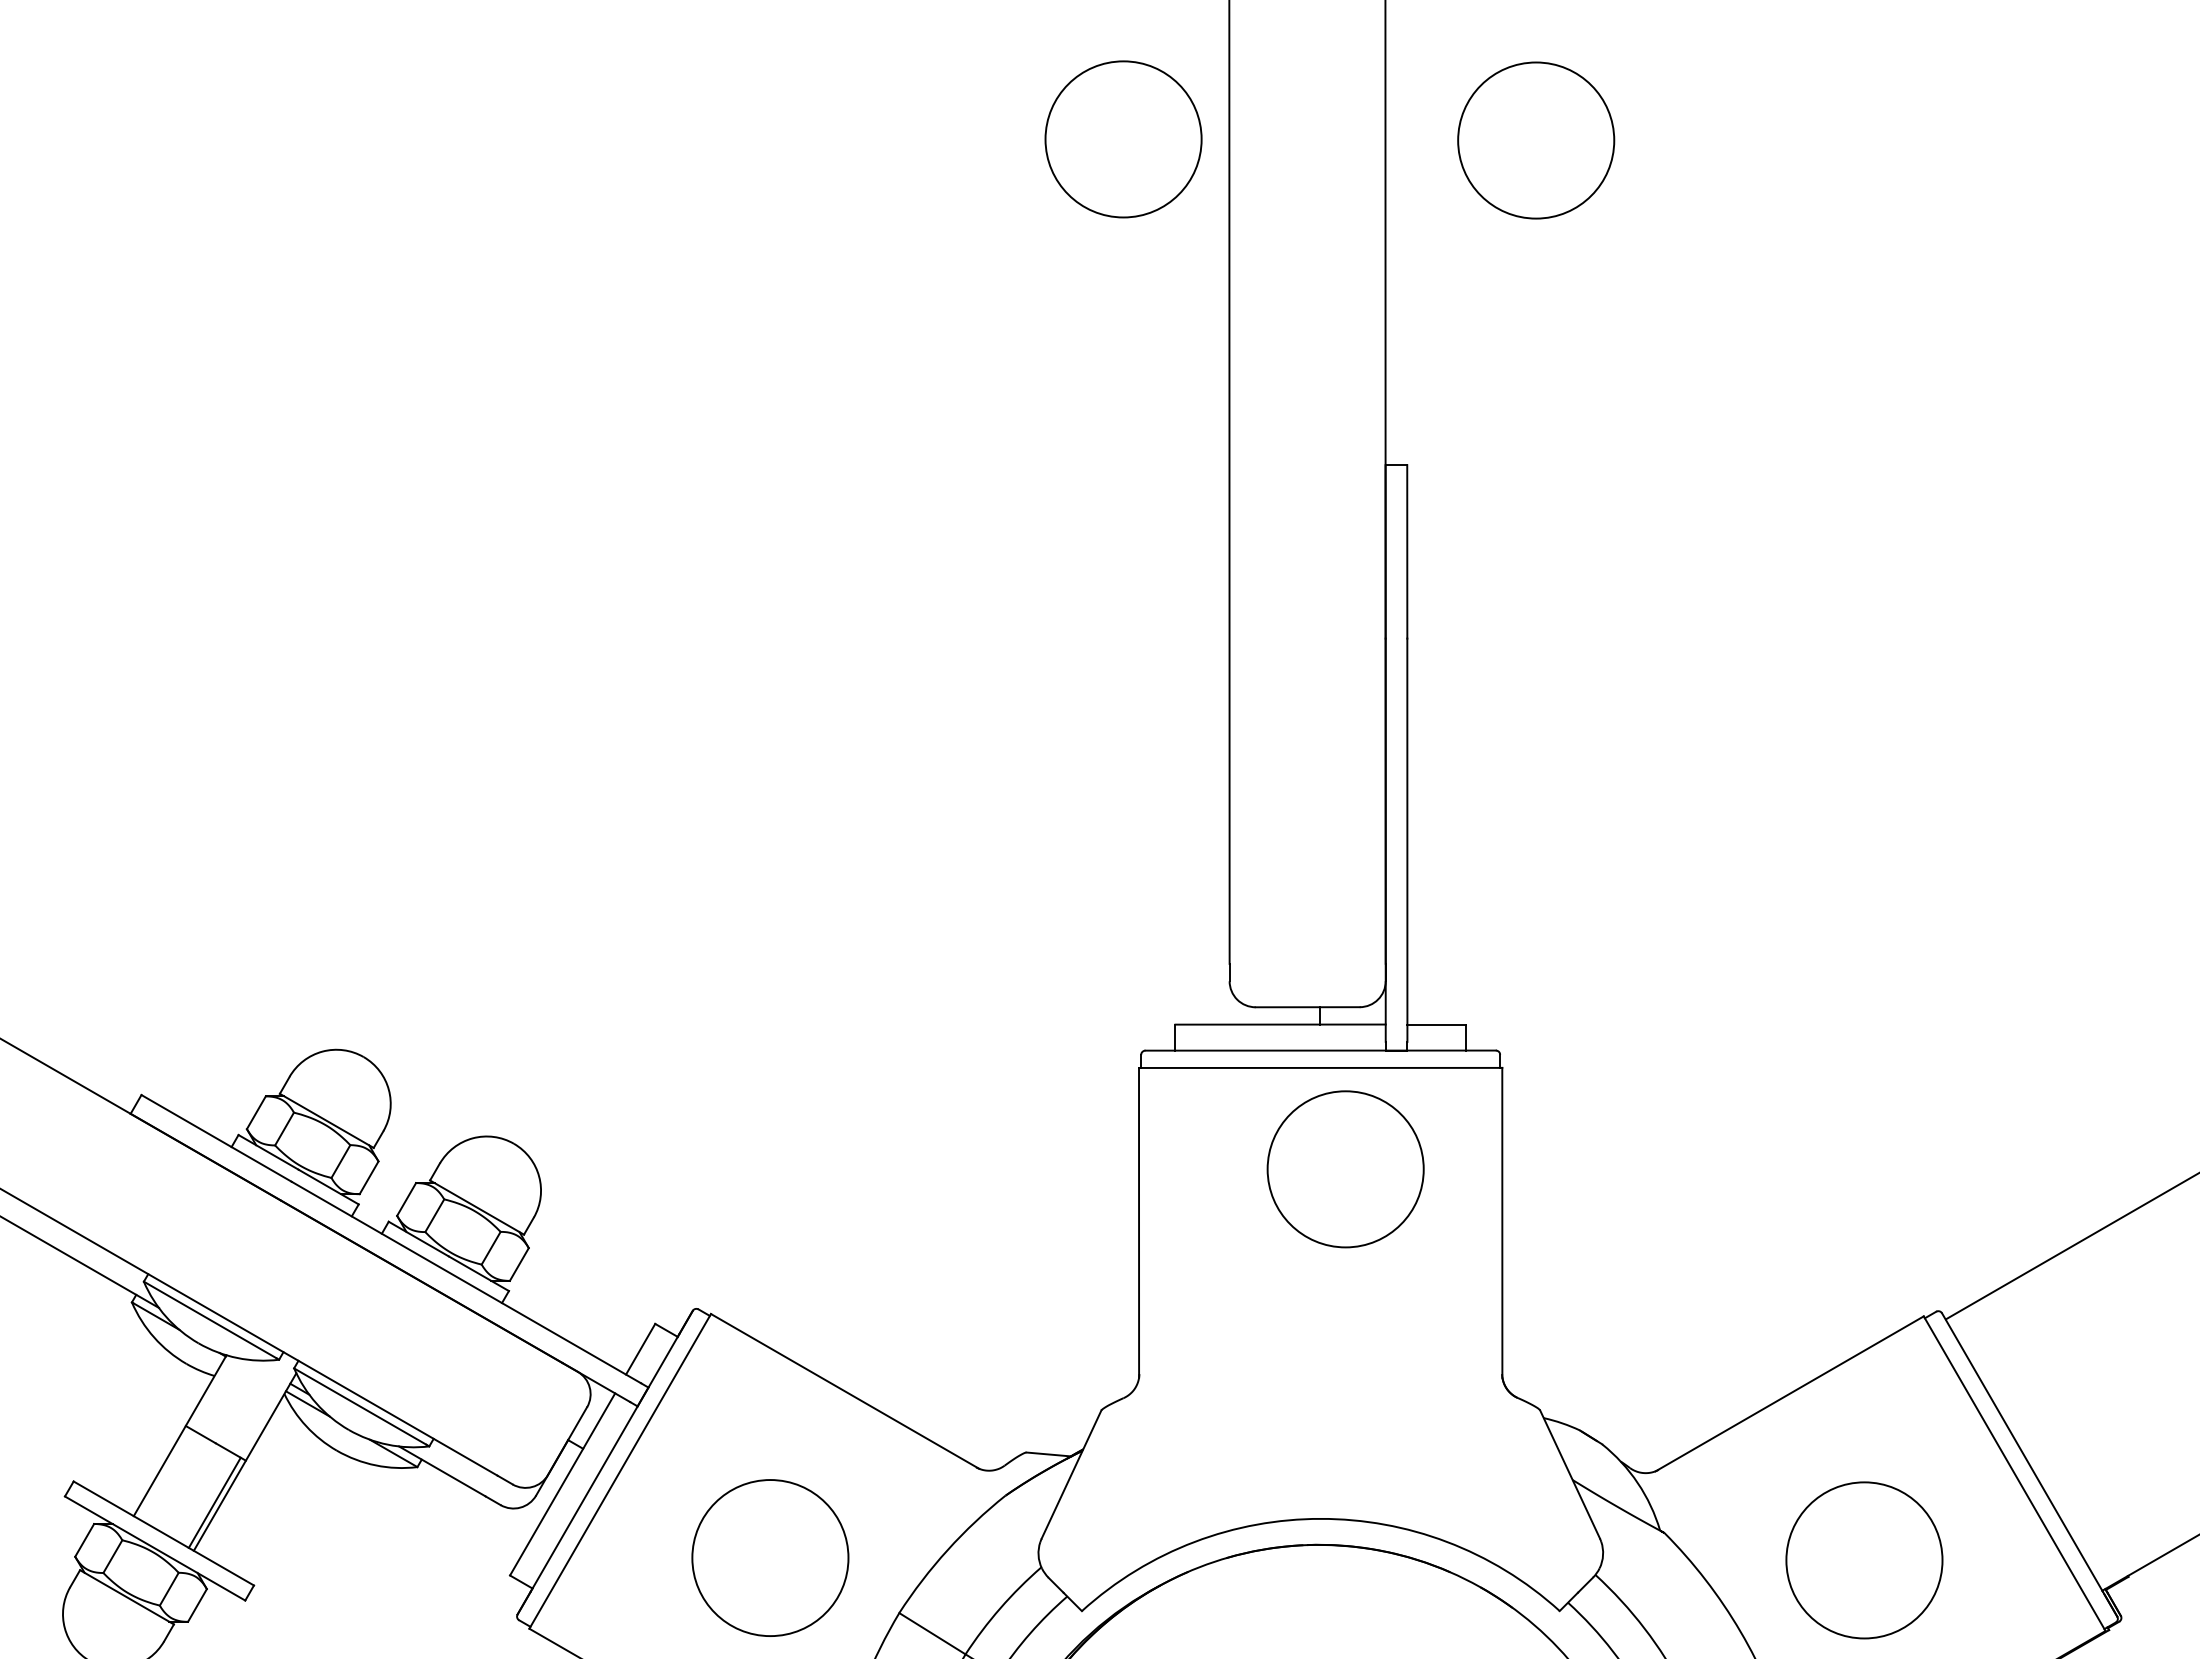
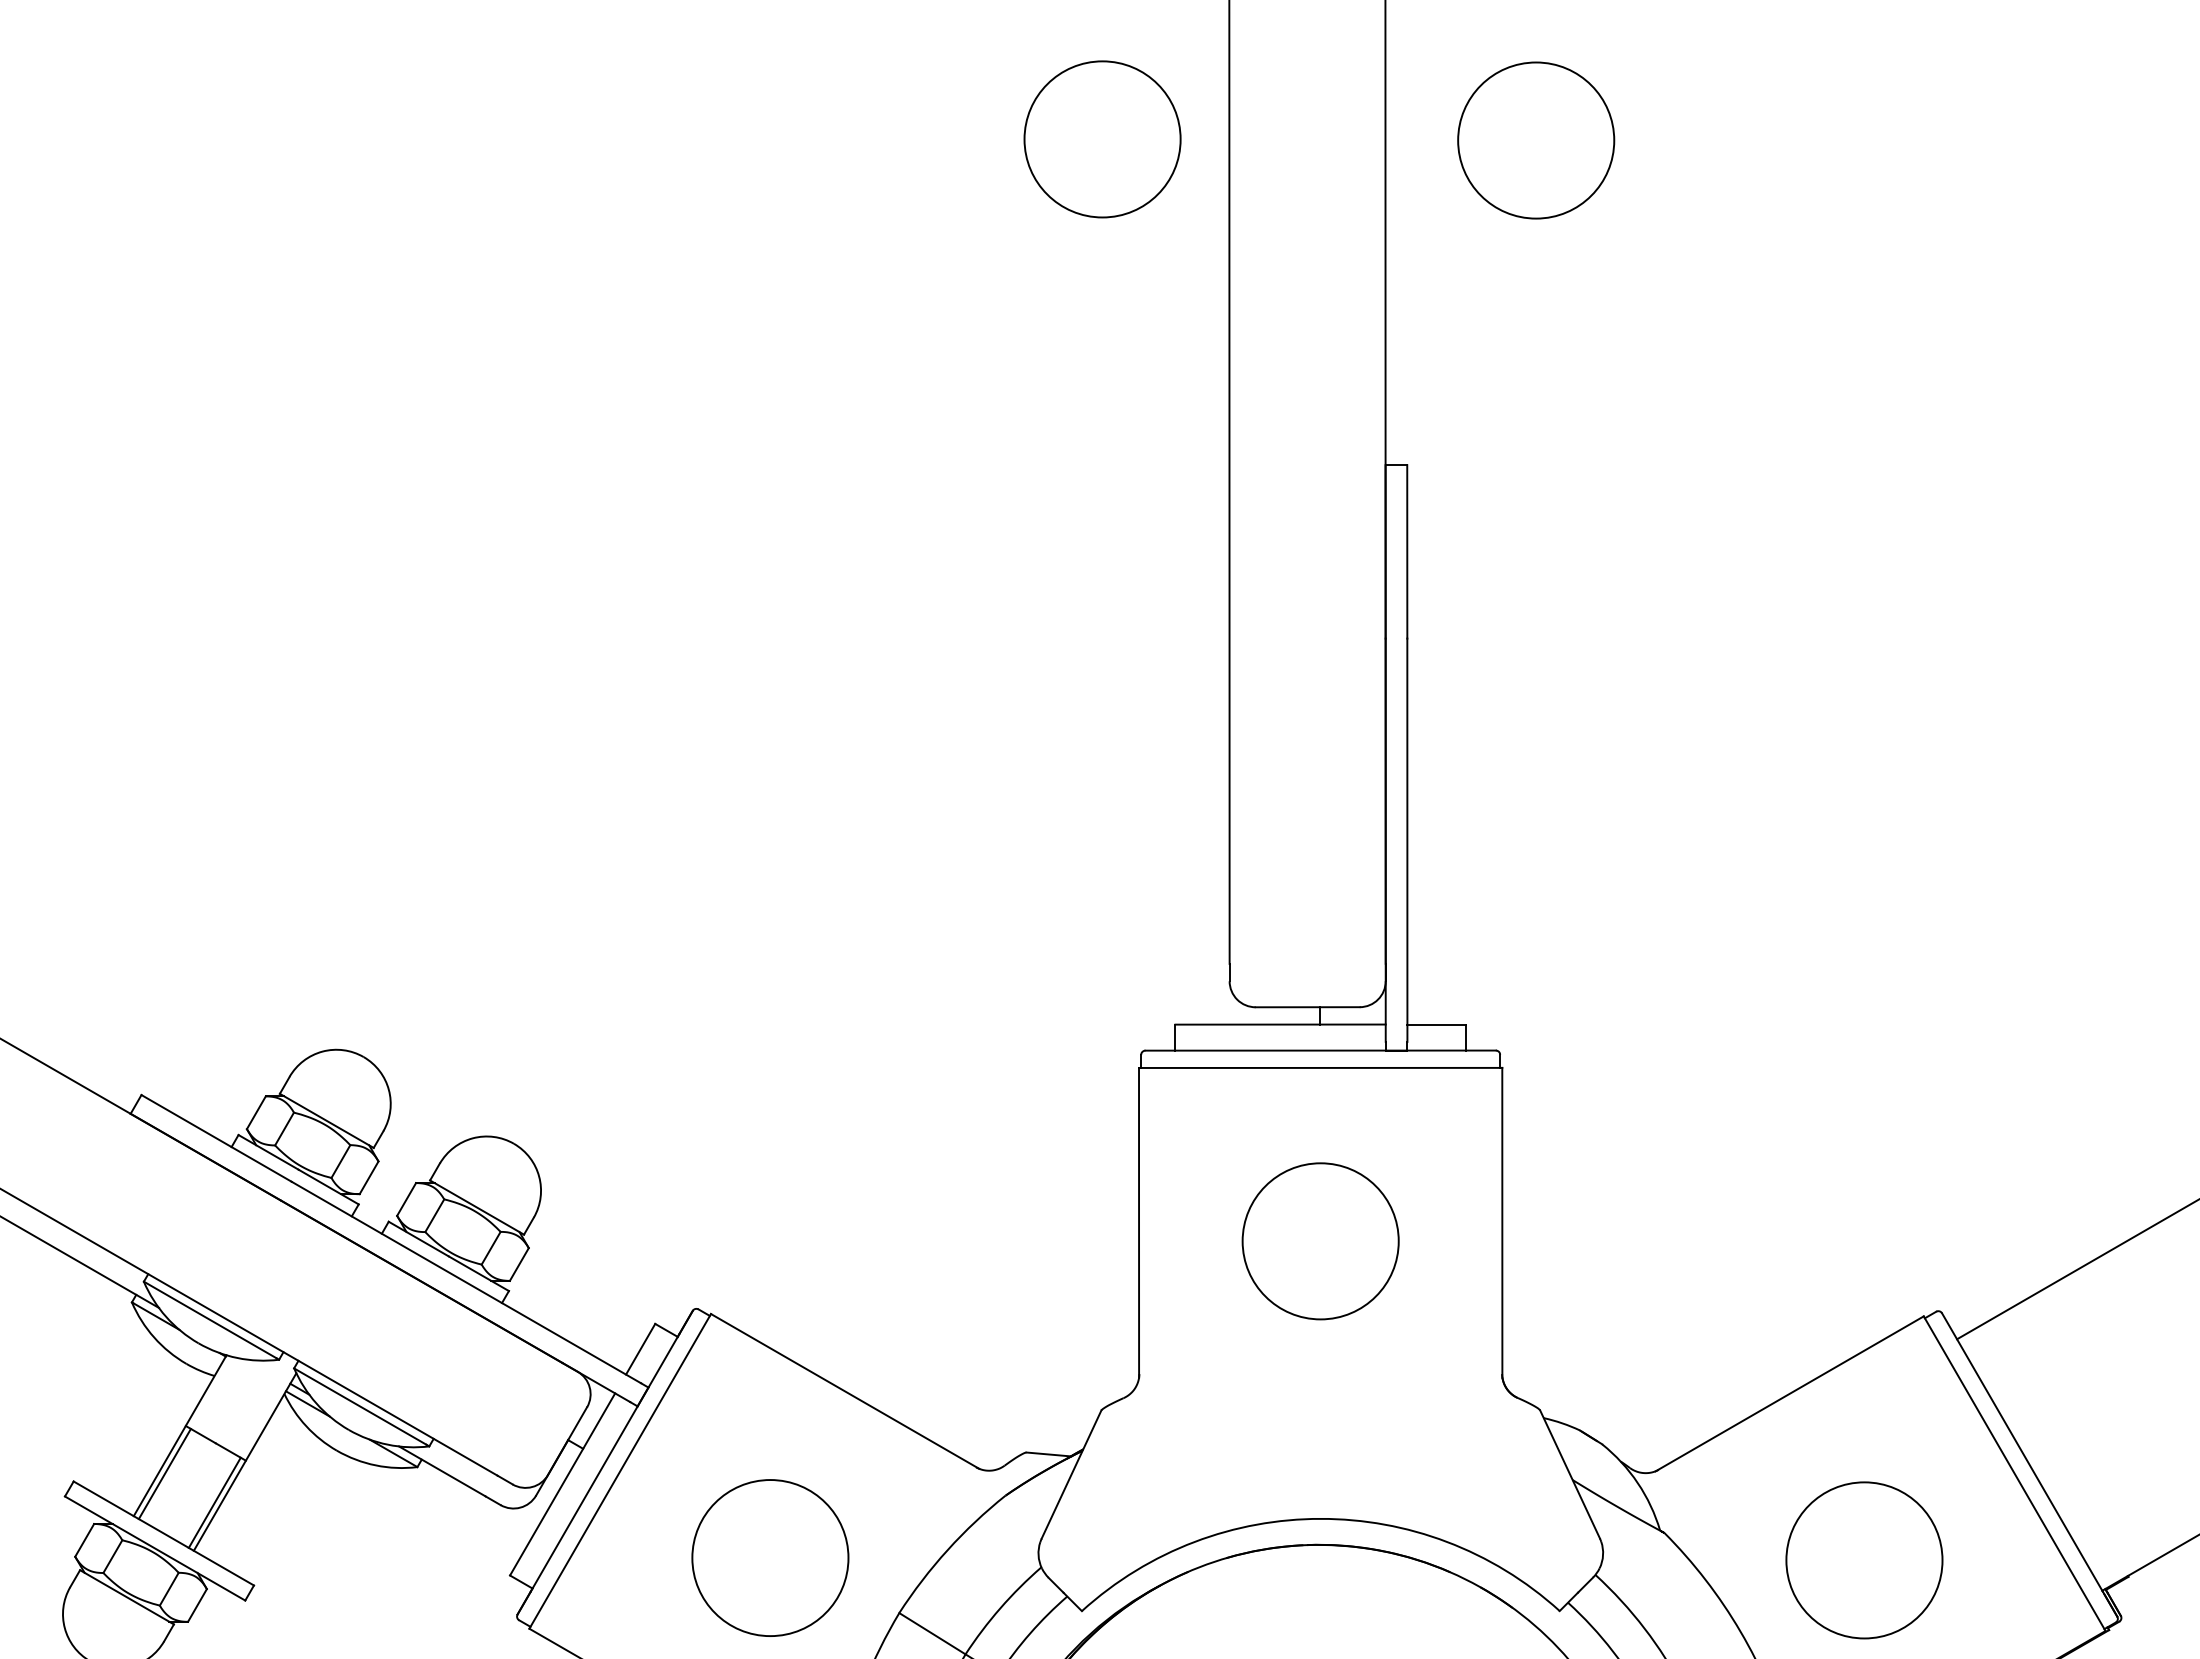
circle at (1123, 139) position: (1123, 139) -> (1102, 139)
circle at (1345, 1169) position: (1345, 1169) -> (1320, 1241)
line at (2071, 1246) position: (2071, 1246) -> (2076, 1269)
line at (164, 1473): none -> present
